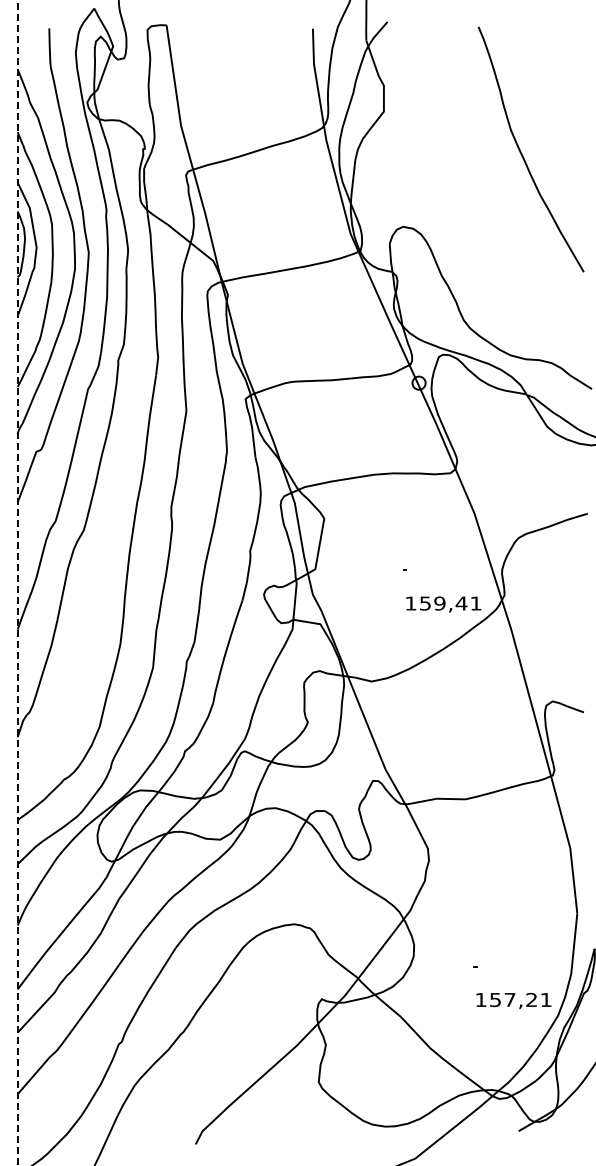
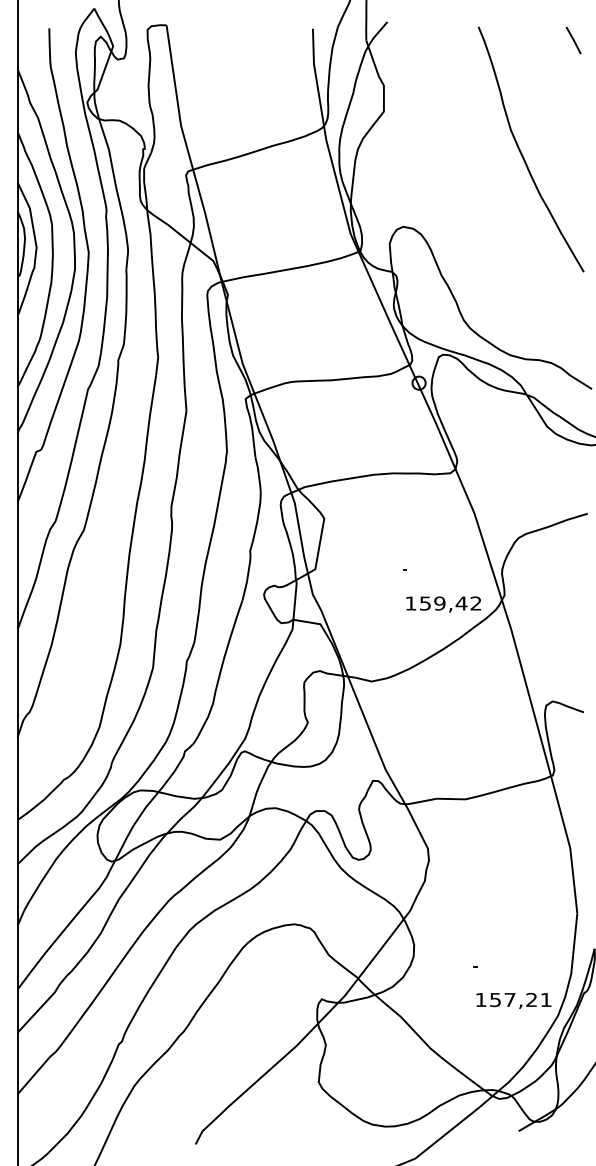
line at (573, 40): none -> present
line at (17, 583): dashed -> solid
text at (475, 603): 159,41 -> 159,42
